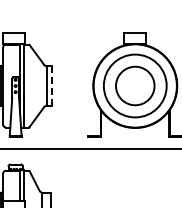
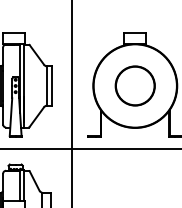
circle at (134, 85) diameter: 63 px -> 39 px
line at (51, 86): dashed -> solid
line at (72, 103): none -> present
